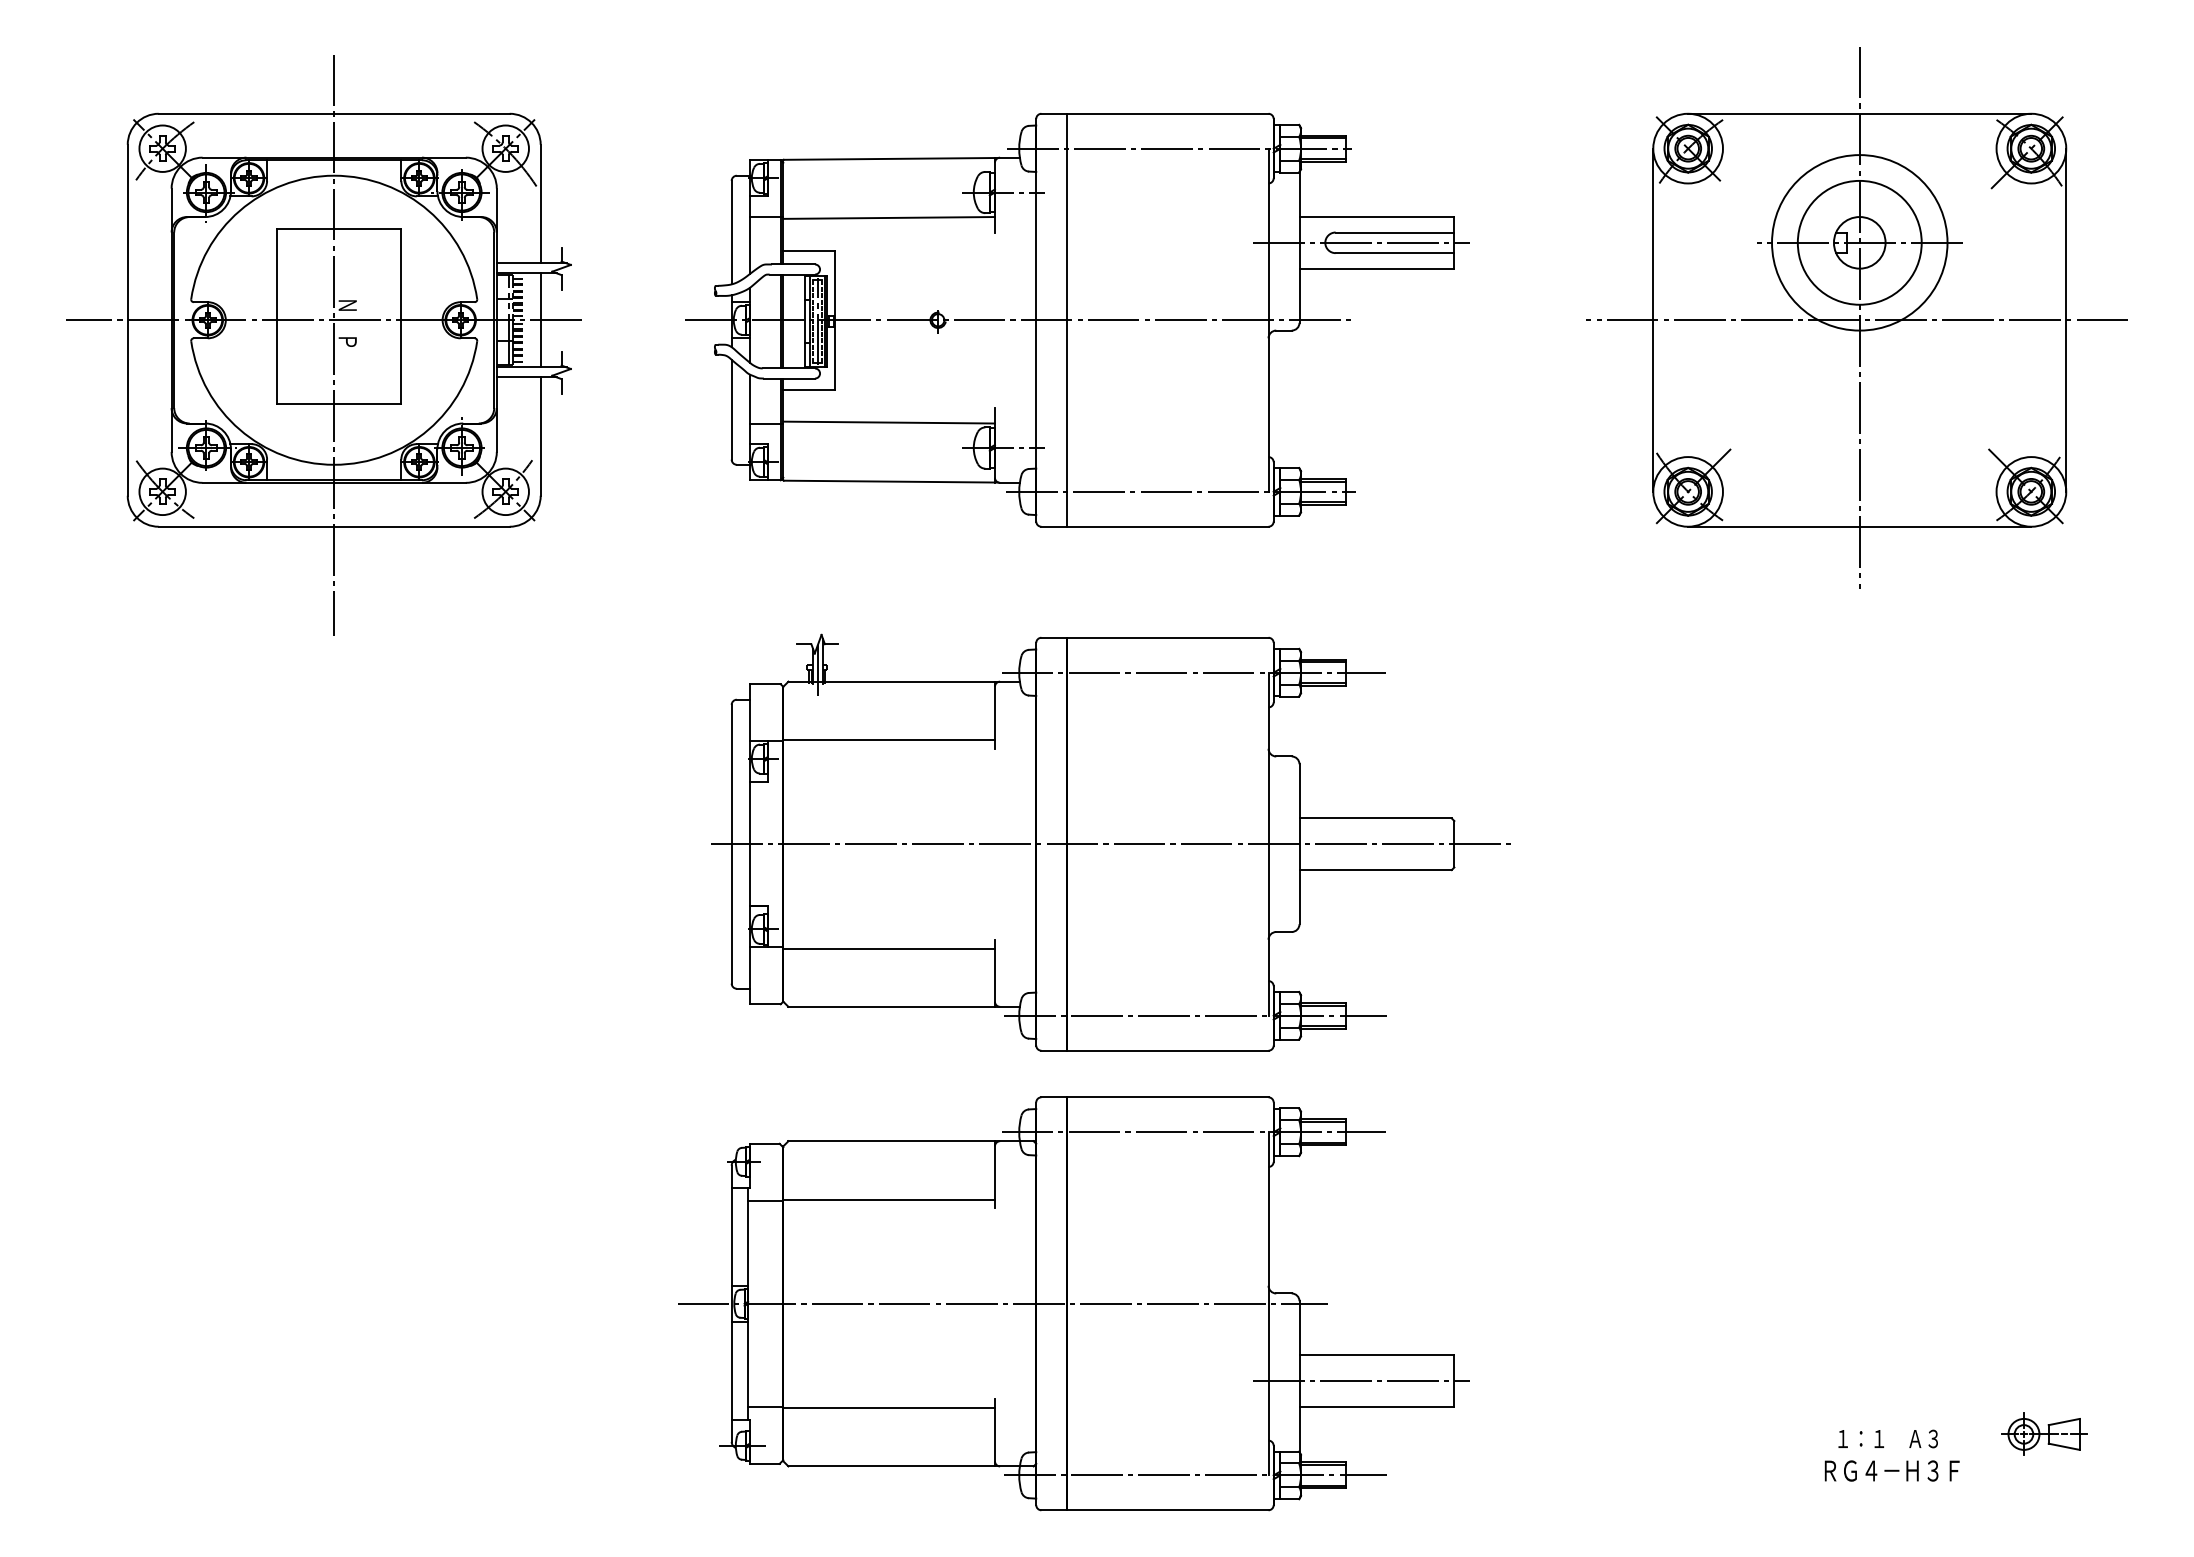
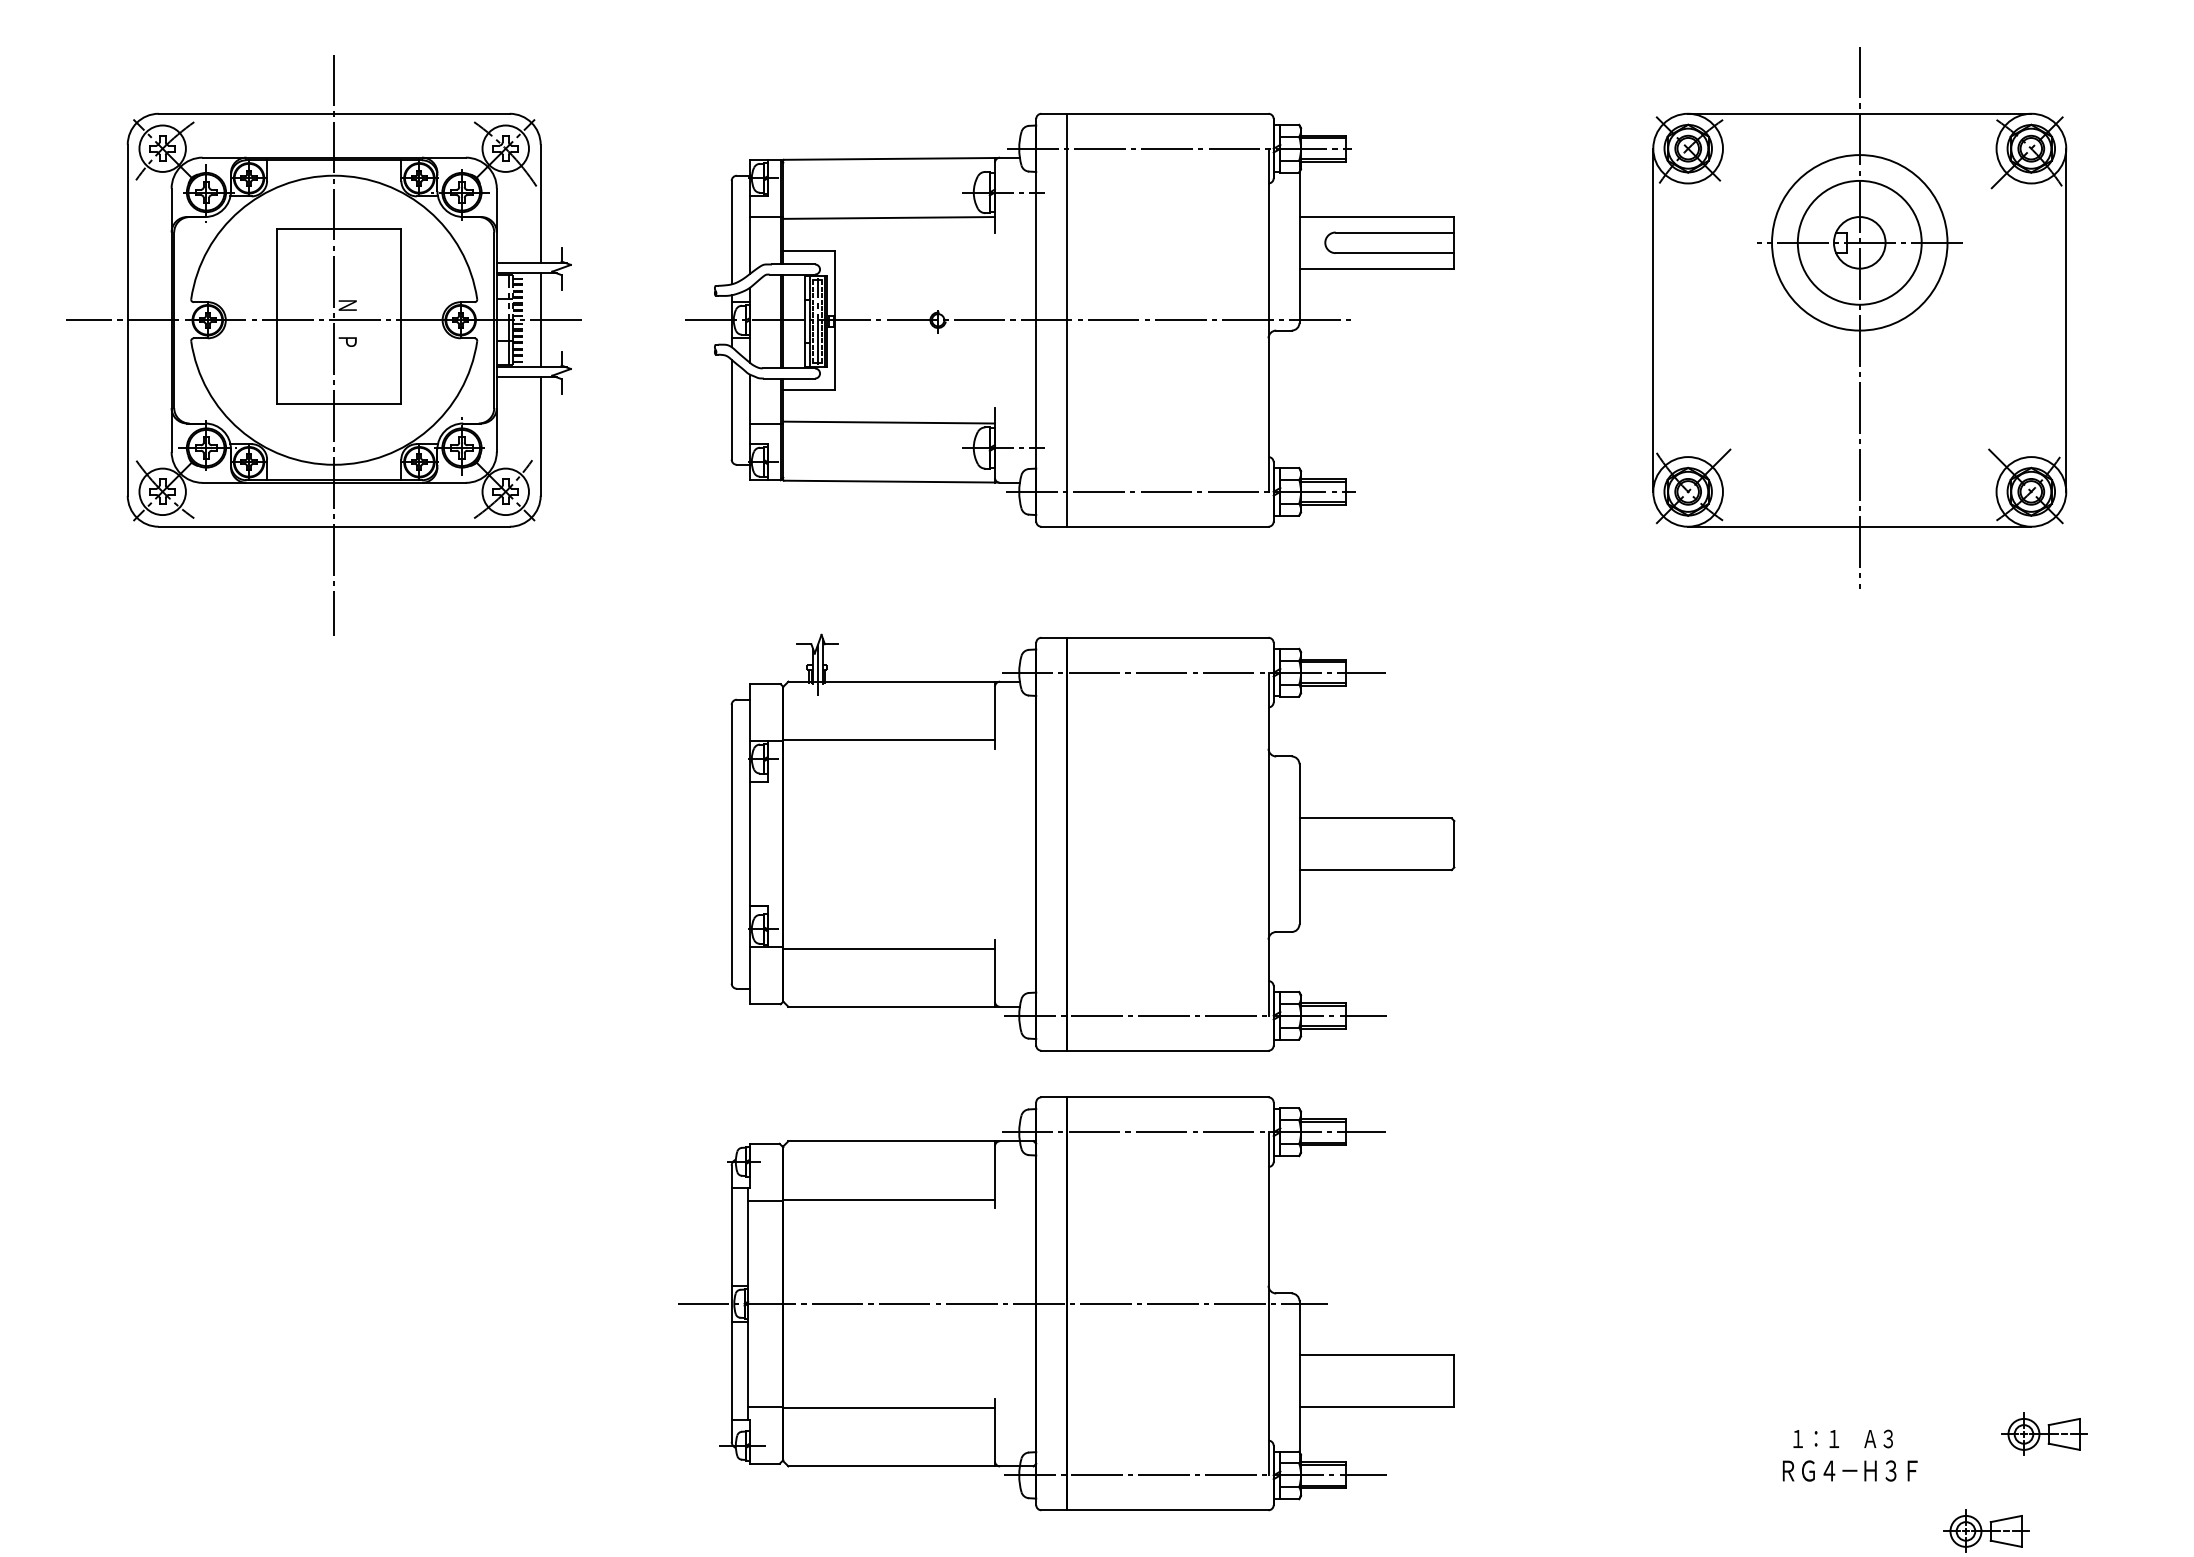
line at (1361, 242): present -> none
line at (1857, 320): present -> none
line at (1111, 844): present -> none
line at (1361, 1381): present -> none
text at (1887, 1438) position: (1887, 1438) -> (1842, 1438)
text at (1891, 1470) position: (1891, 1470) -> (1849, 1470)
part at (1986, 1530): none -> present
